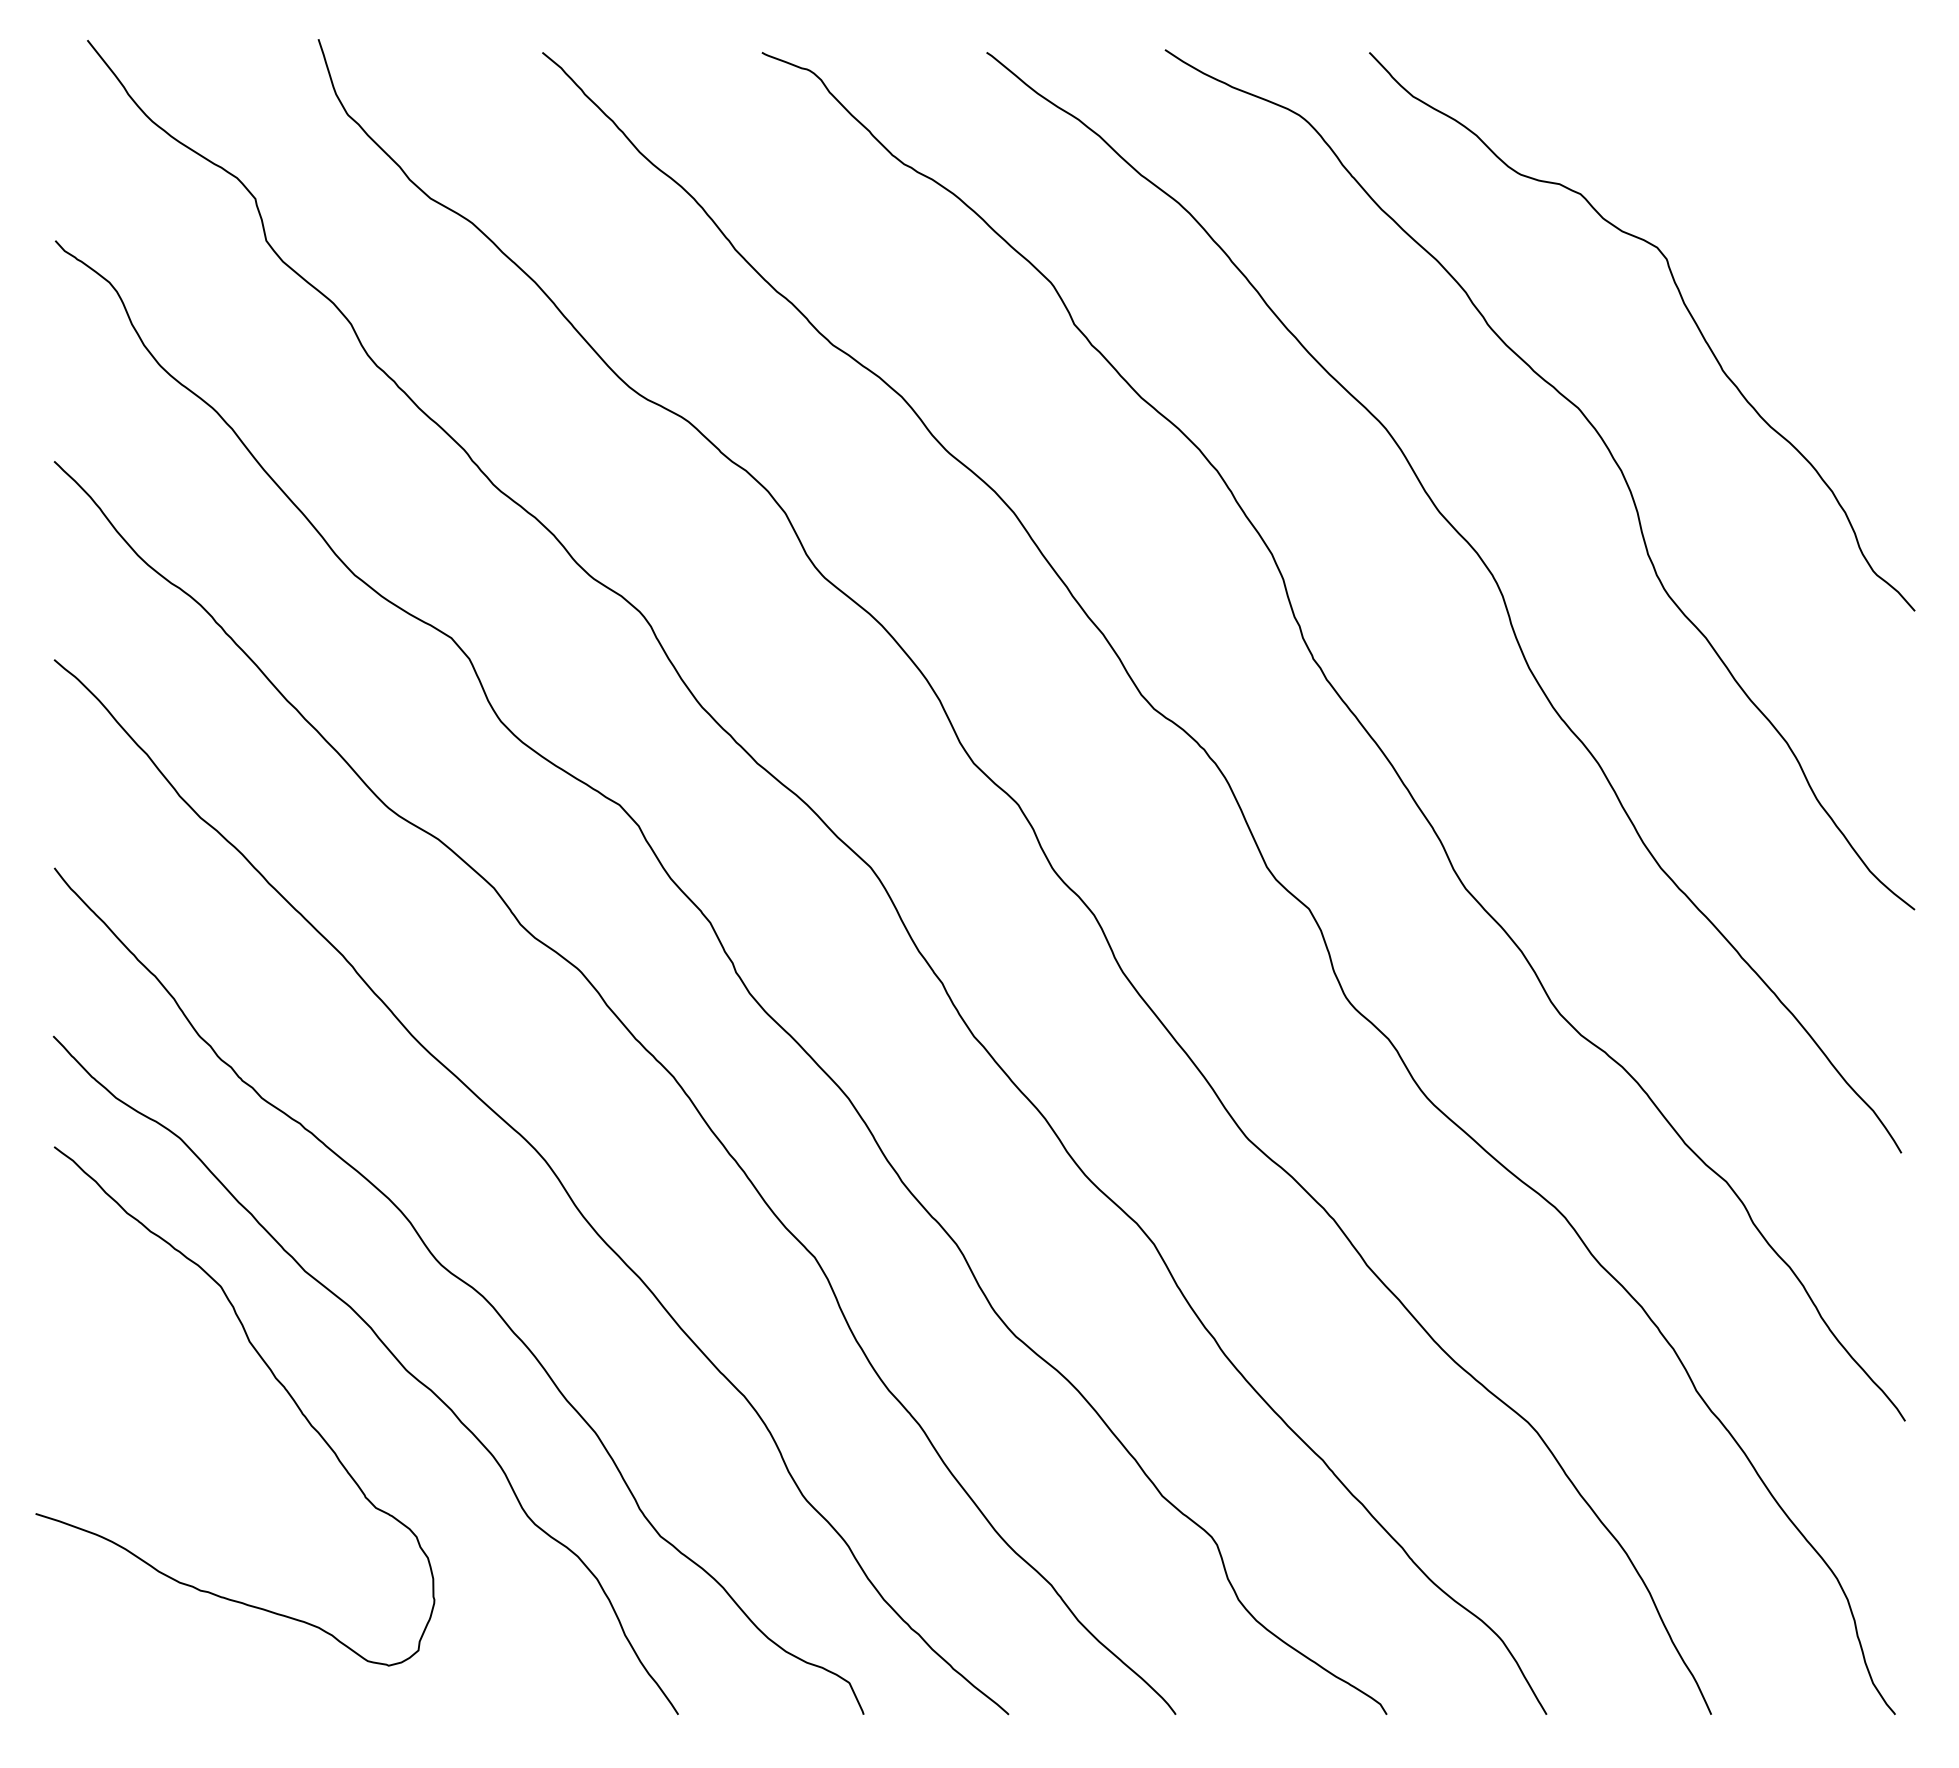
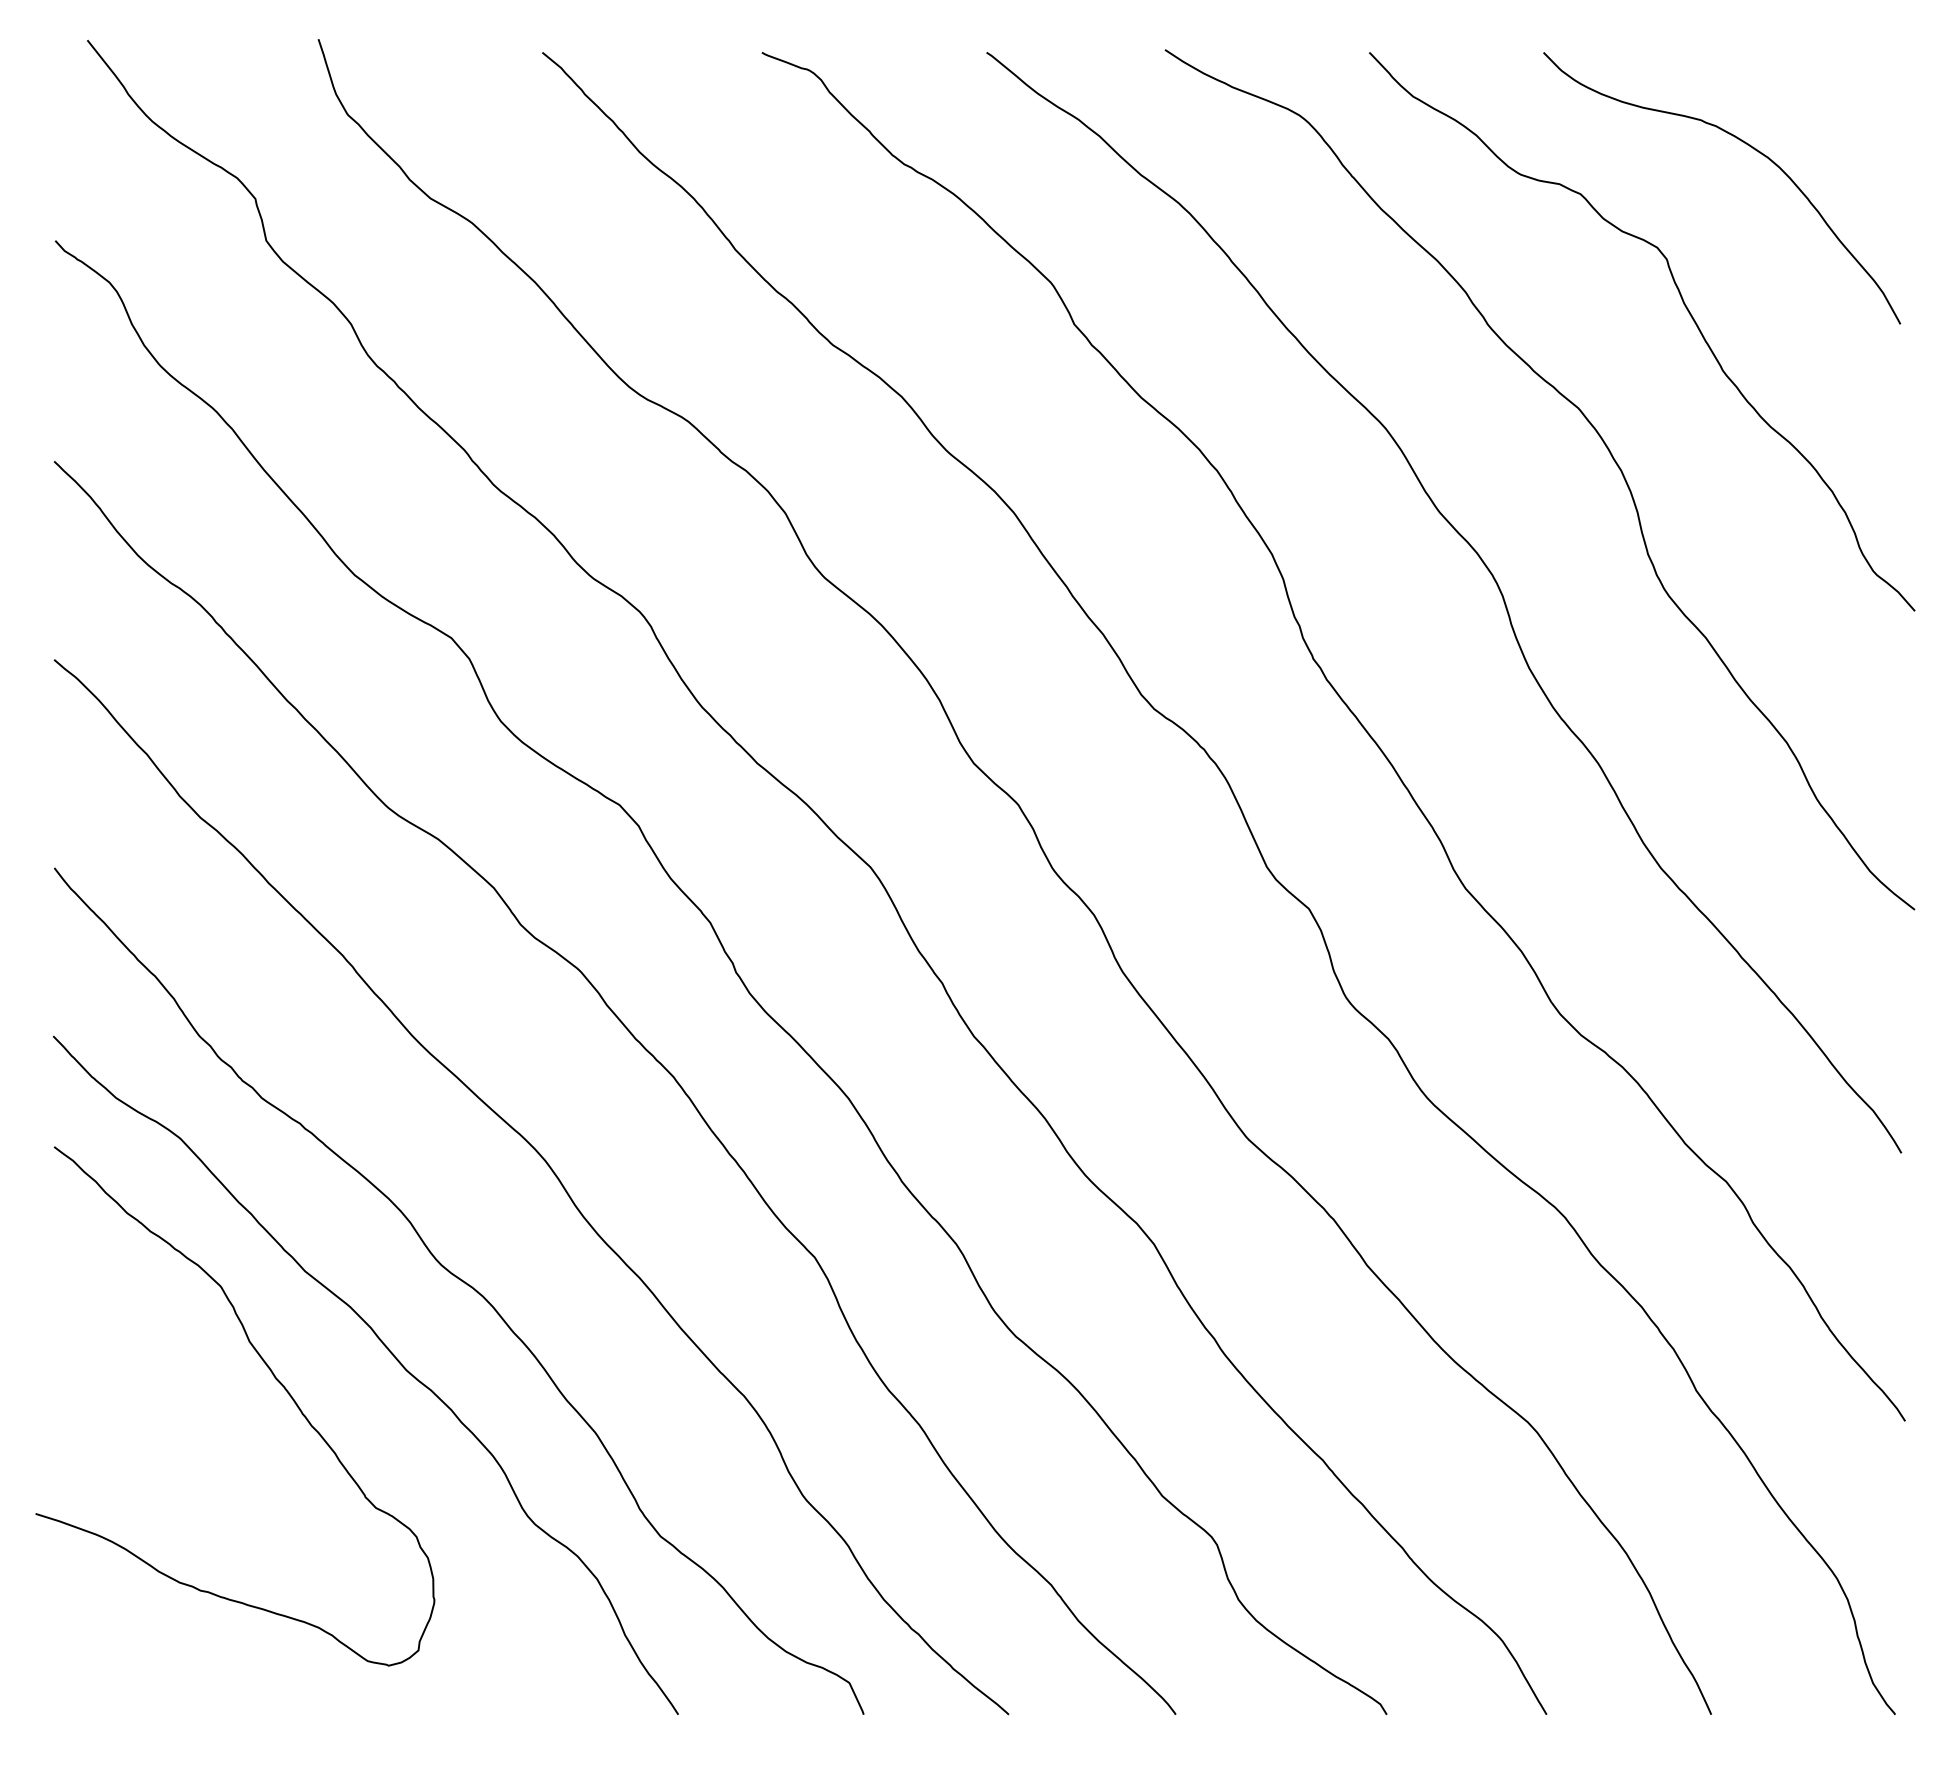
curve at (1750, 147): none -> present
